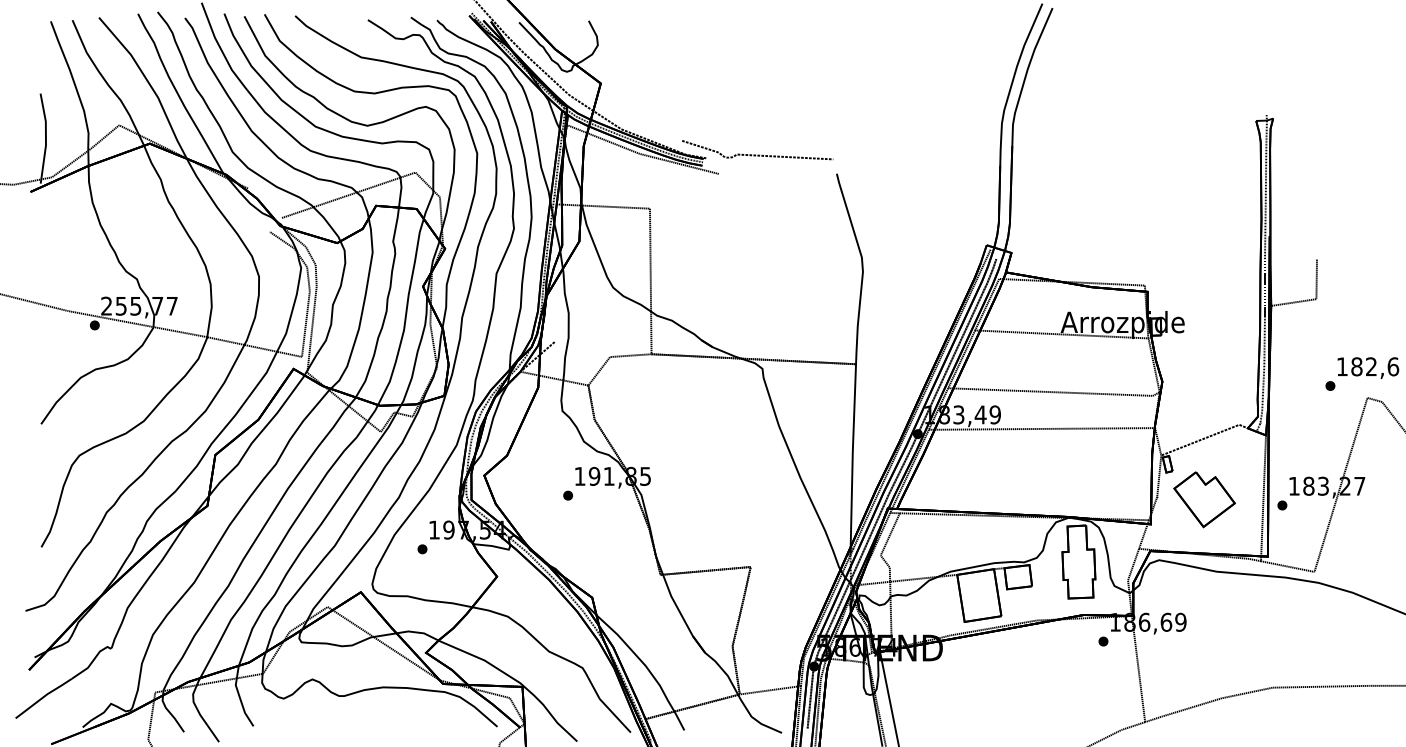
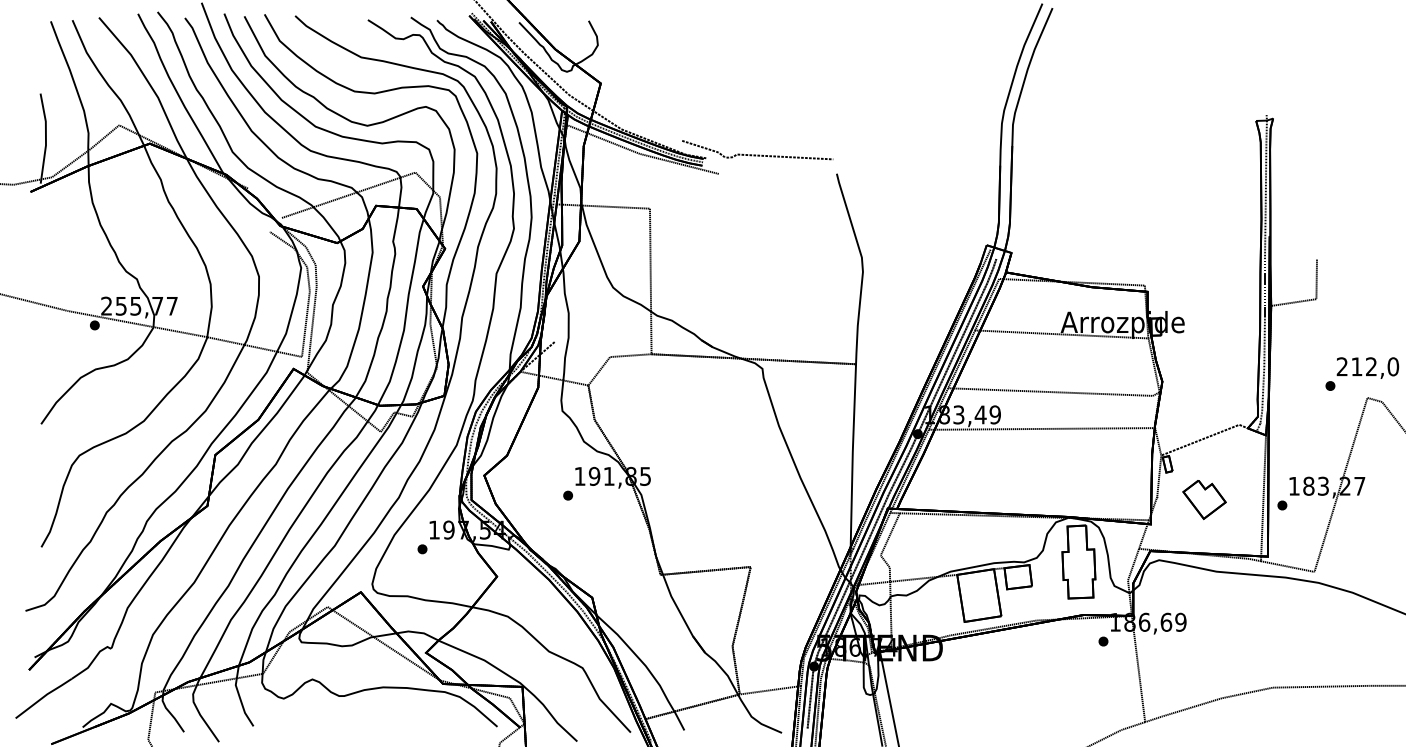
text at (1367, 366): 182,6 -> 212,0
part at (1204, 499) size: 63x58 px -> 45x41 px
